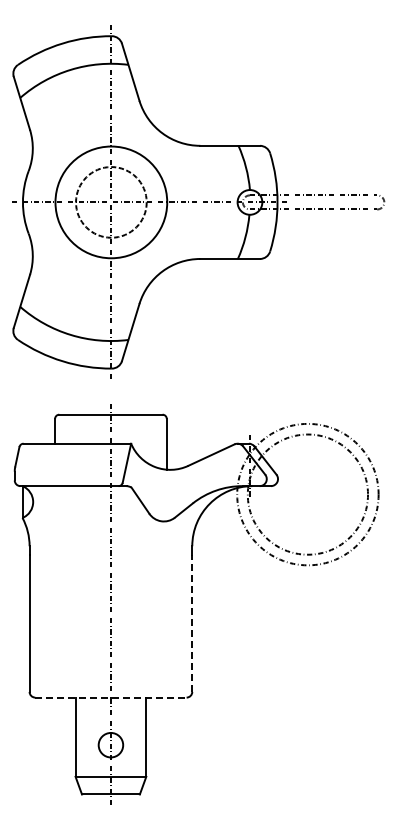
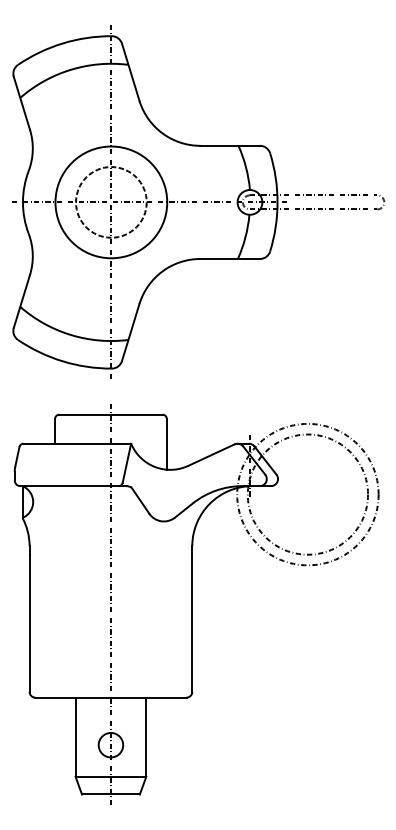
line at (192, 623): dashed -> solid
line at (110, 697): dashed -> solid
